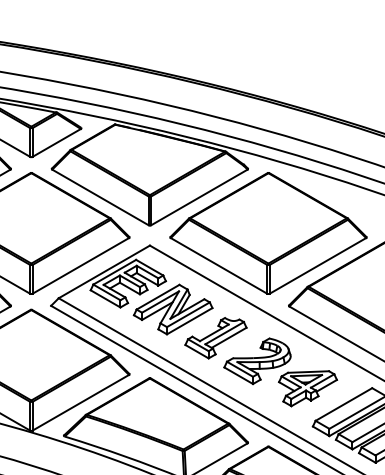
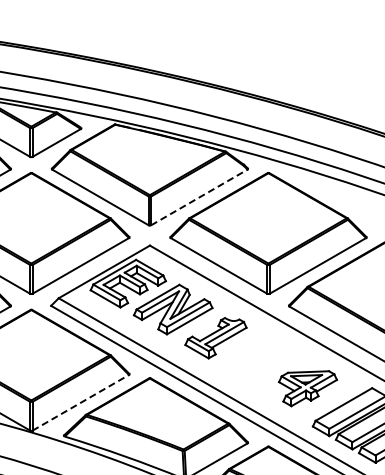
line at (199, 197): solid -> dashed
part at (257, 361): present -> none
line at (80, 402): solid -> dashed
